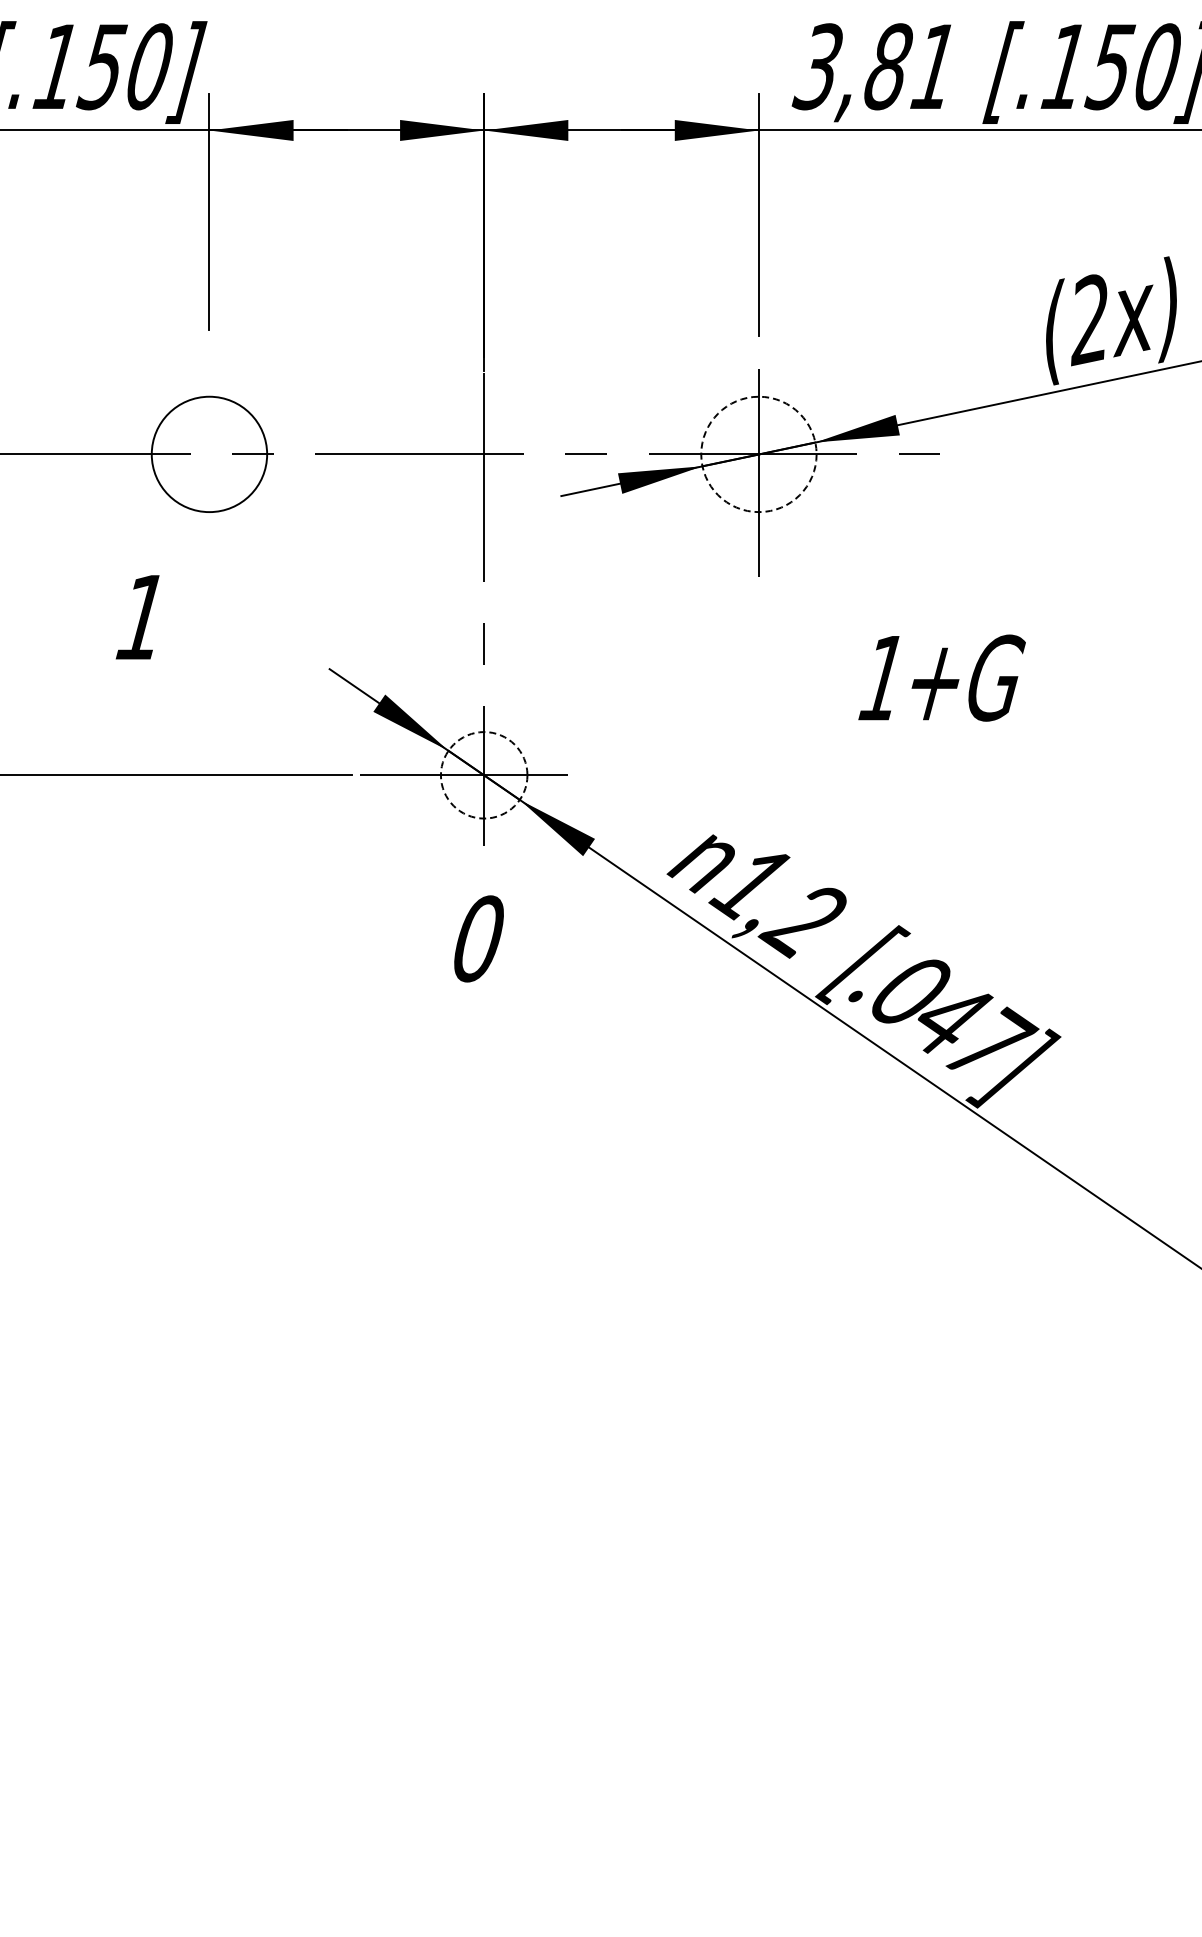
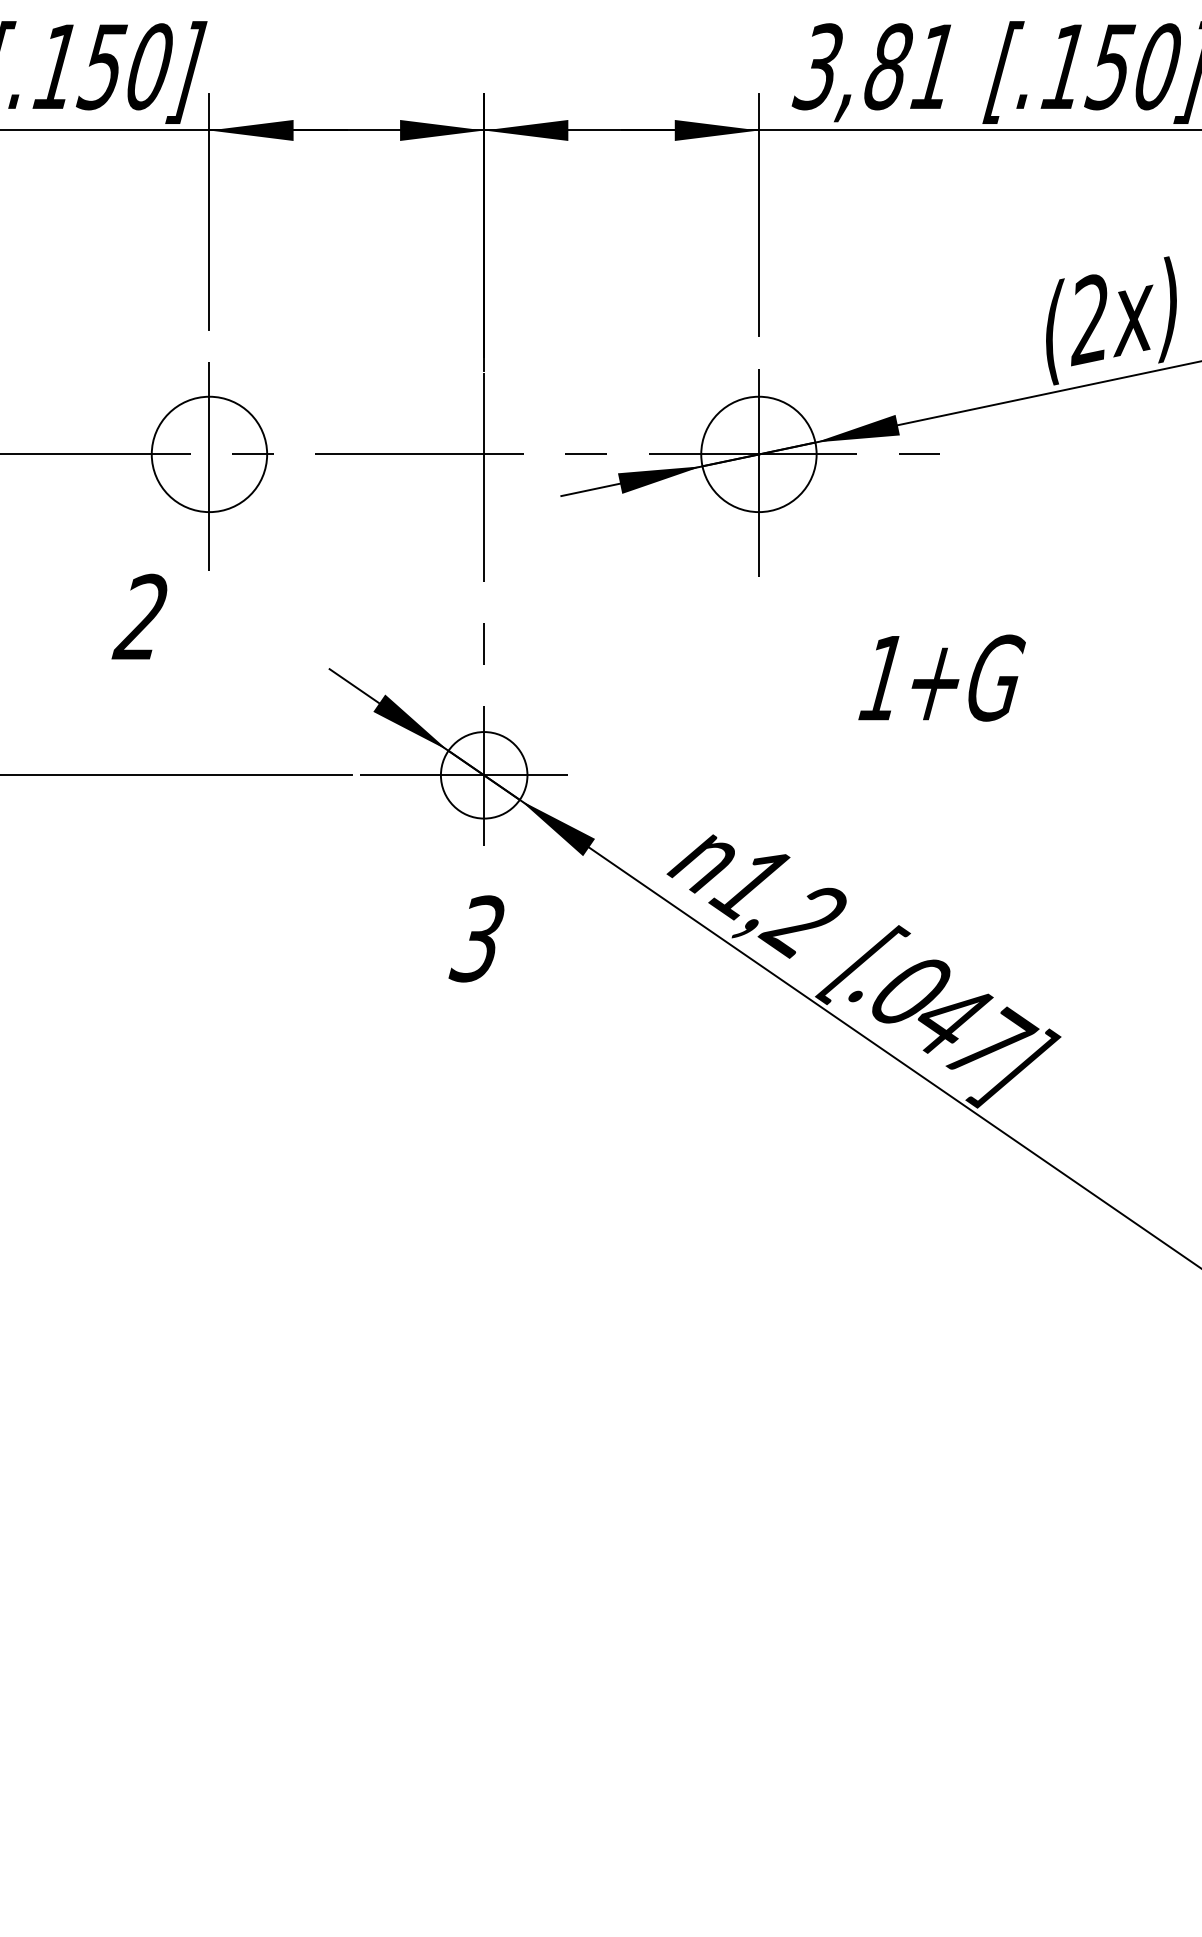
line at (209, 454): none -> present
circle at (758, 454): dashed -> solid
text at (139, 616): 1 -> 2
circle at (483, 775): dashed -> solid
text at (476, 938): 0 -> 3
